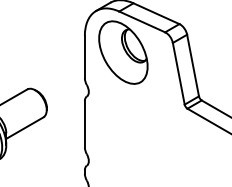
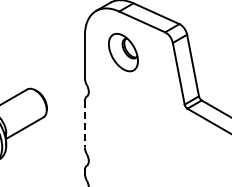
part at (123, 52) size: 51x65 px -> 31x41 px
line at (84, 124): solid -> dashed
